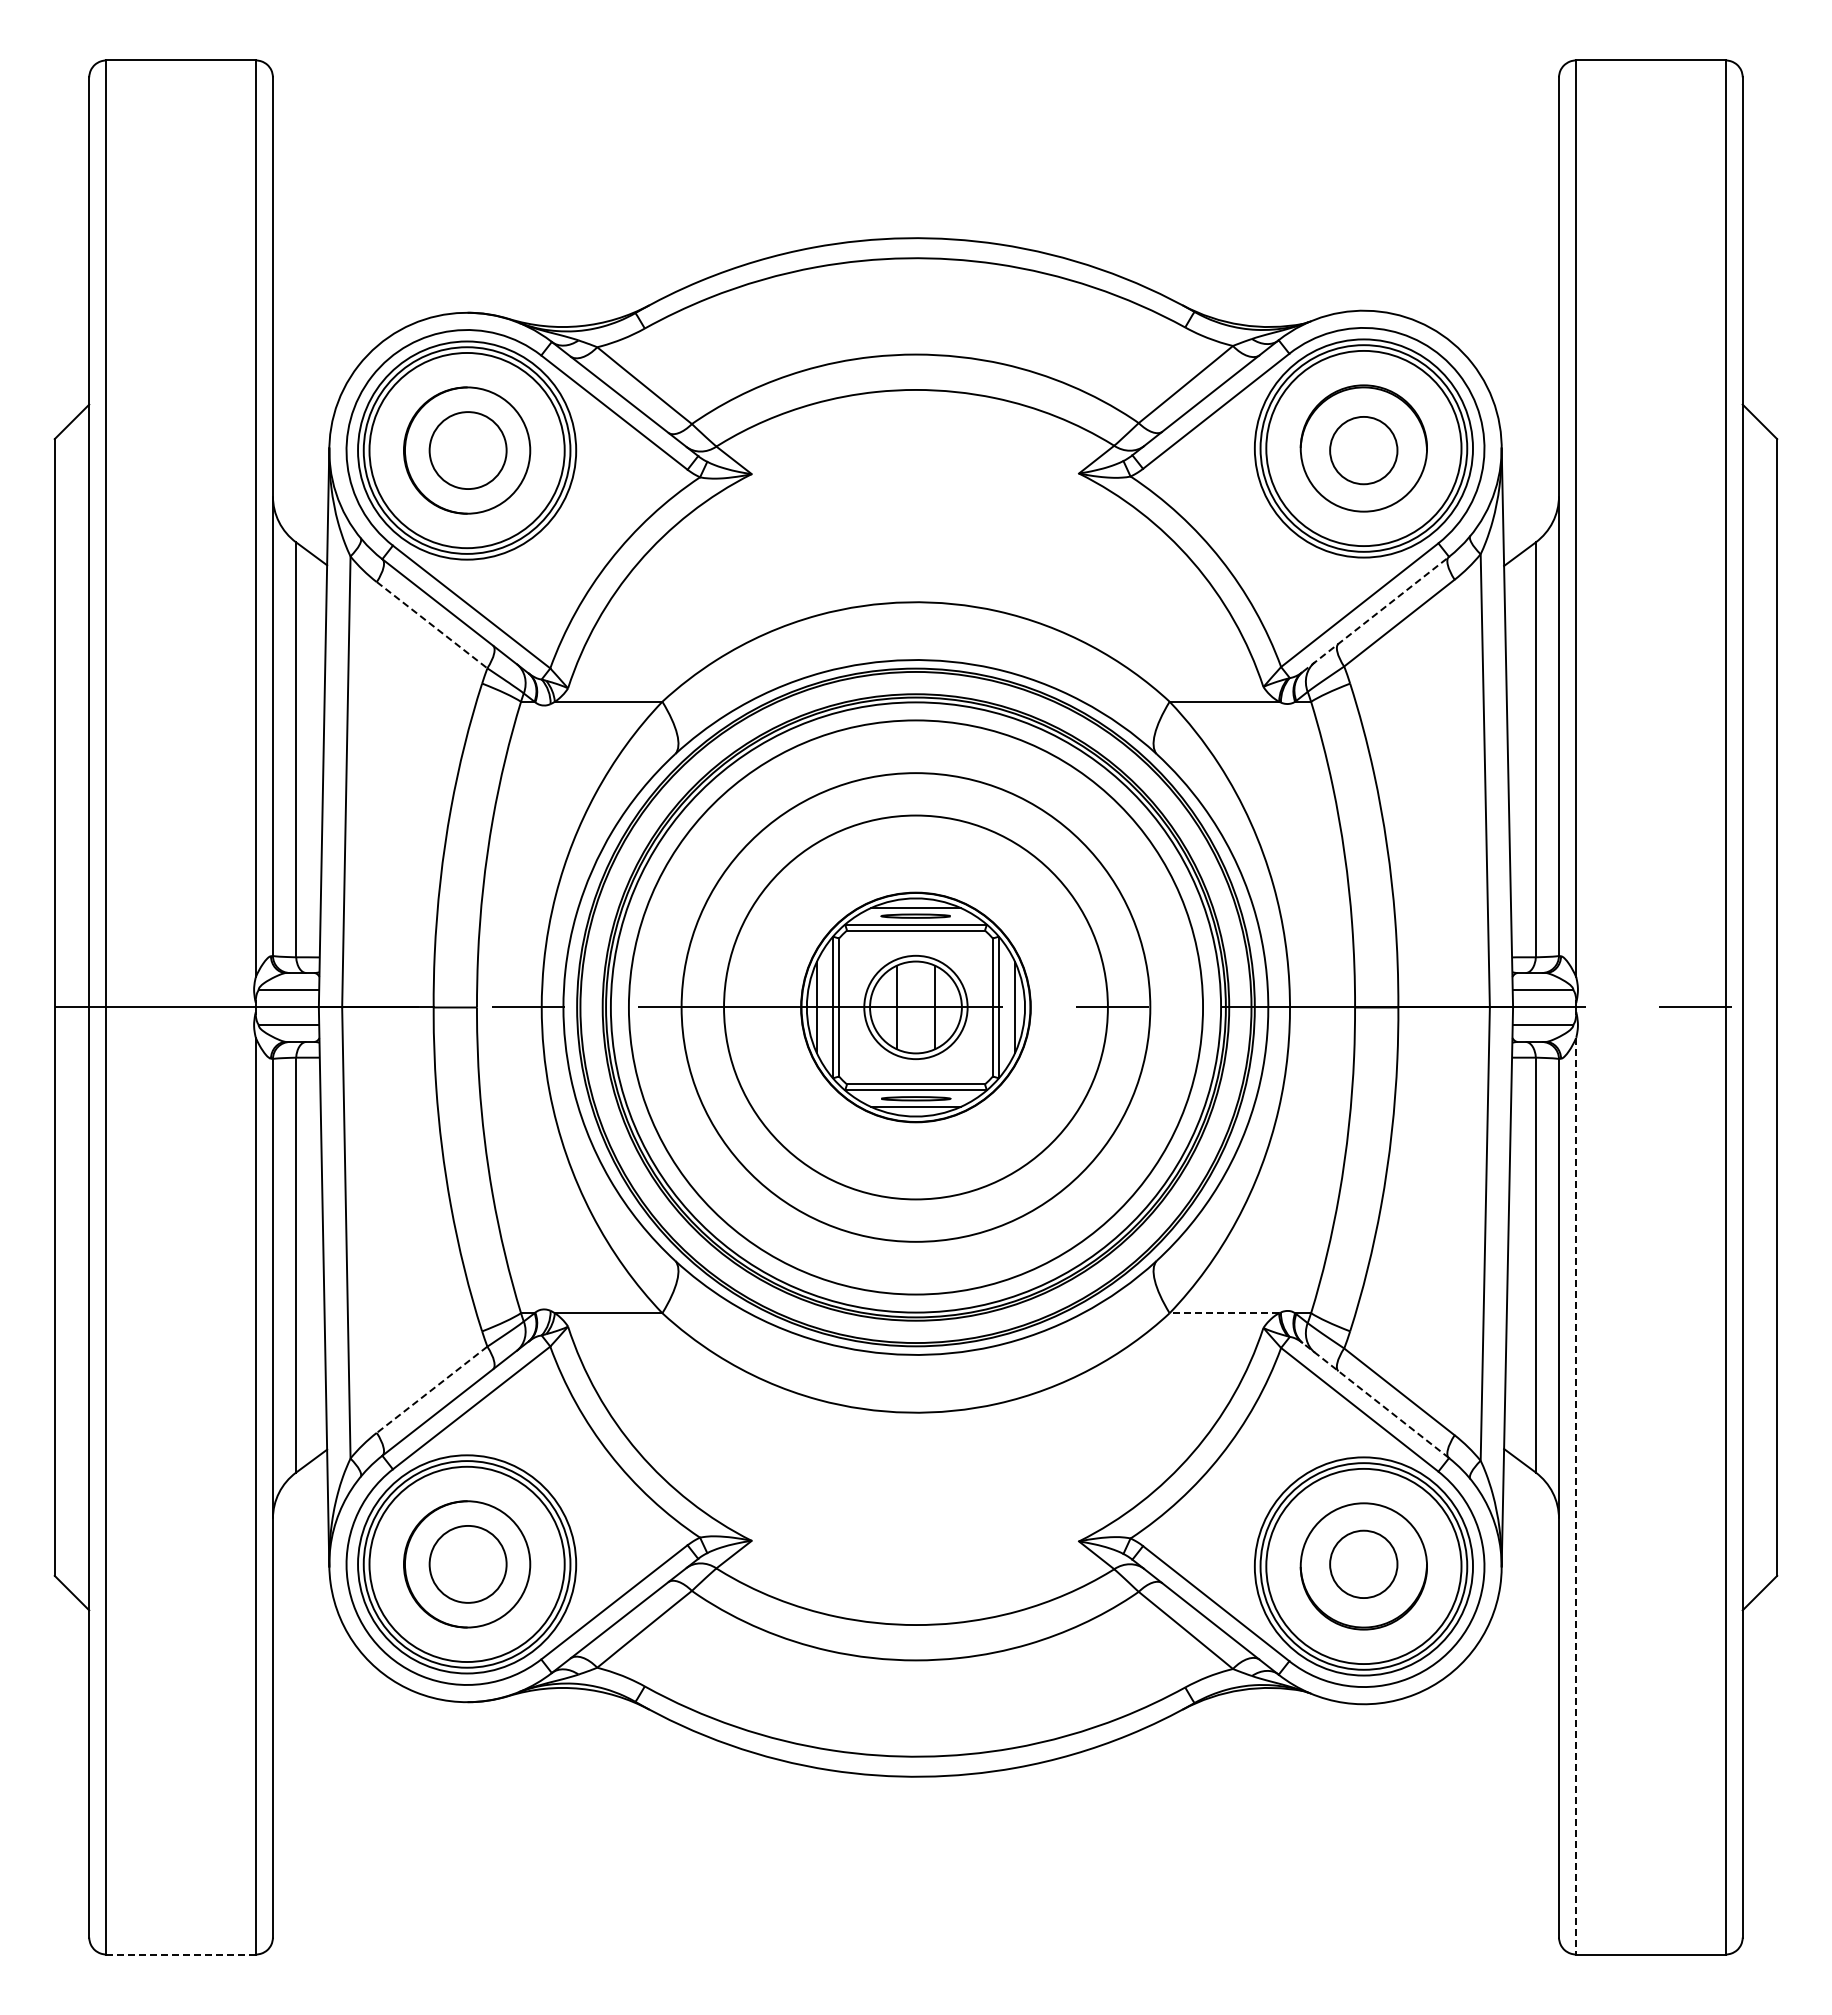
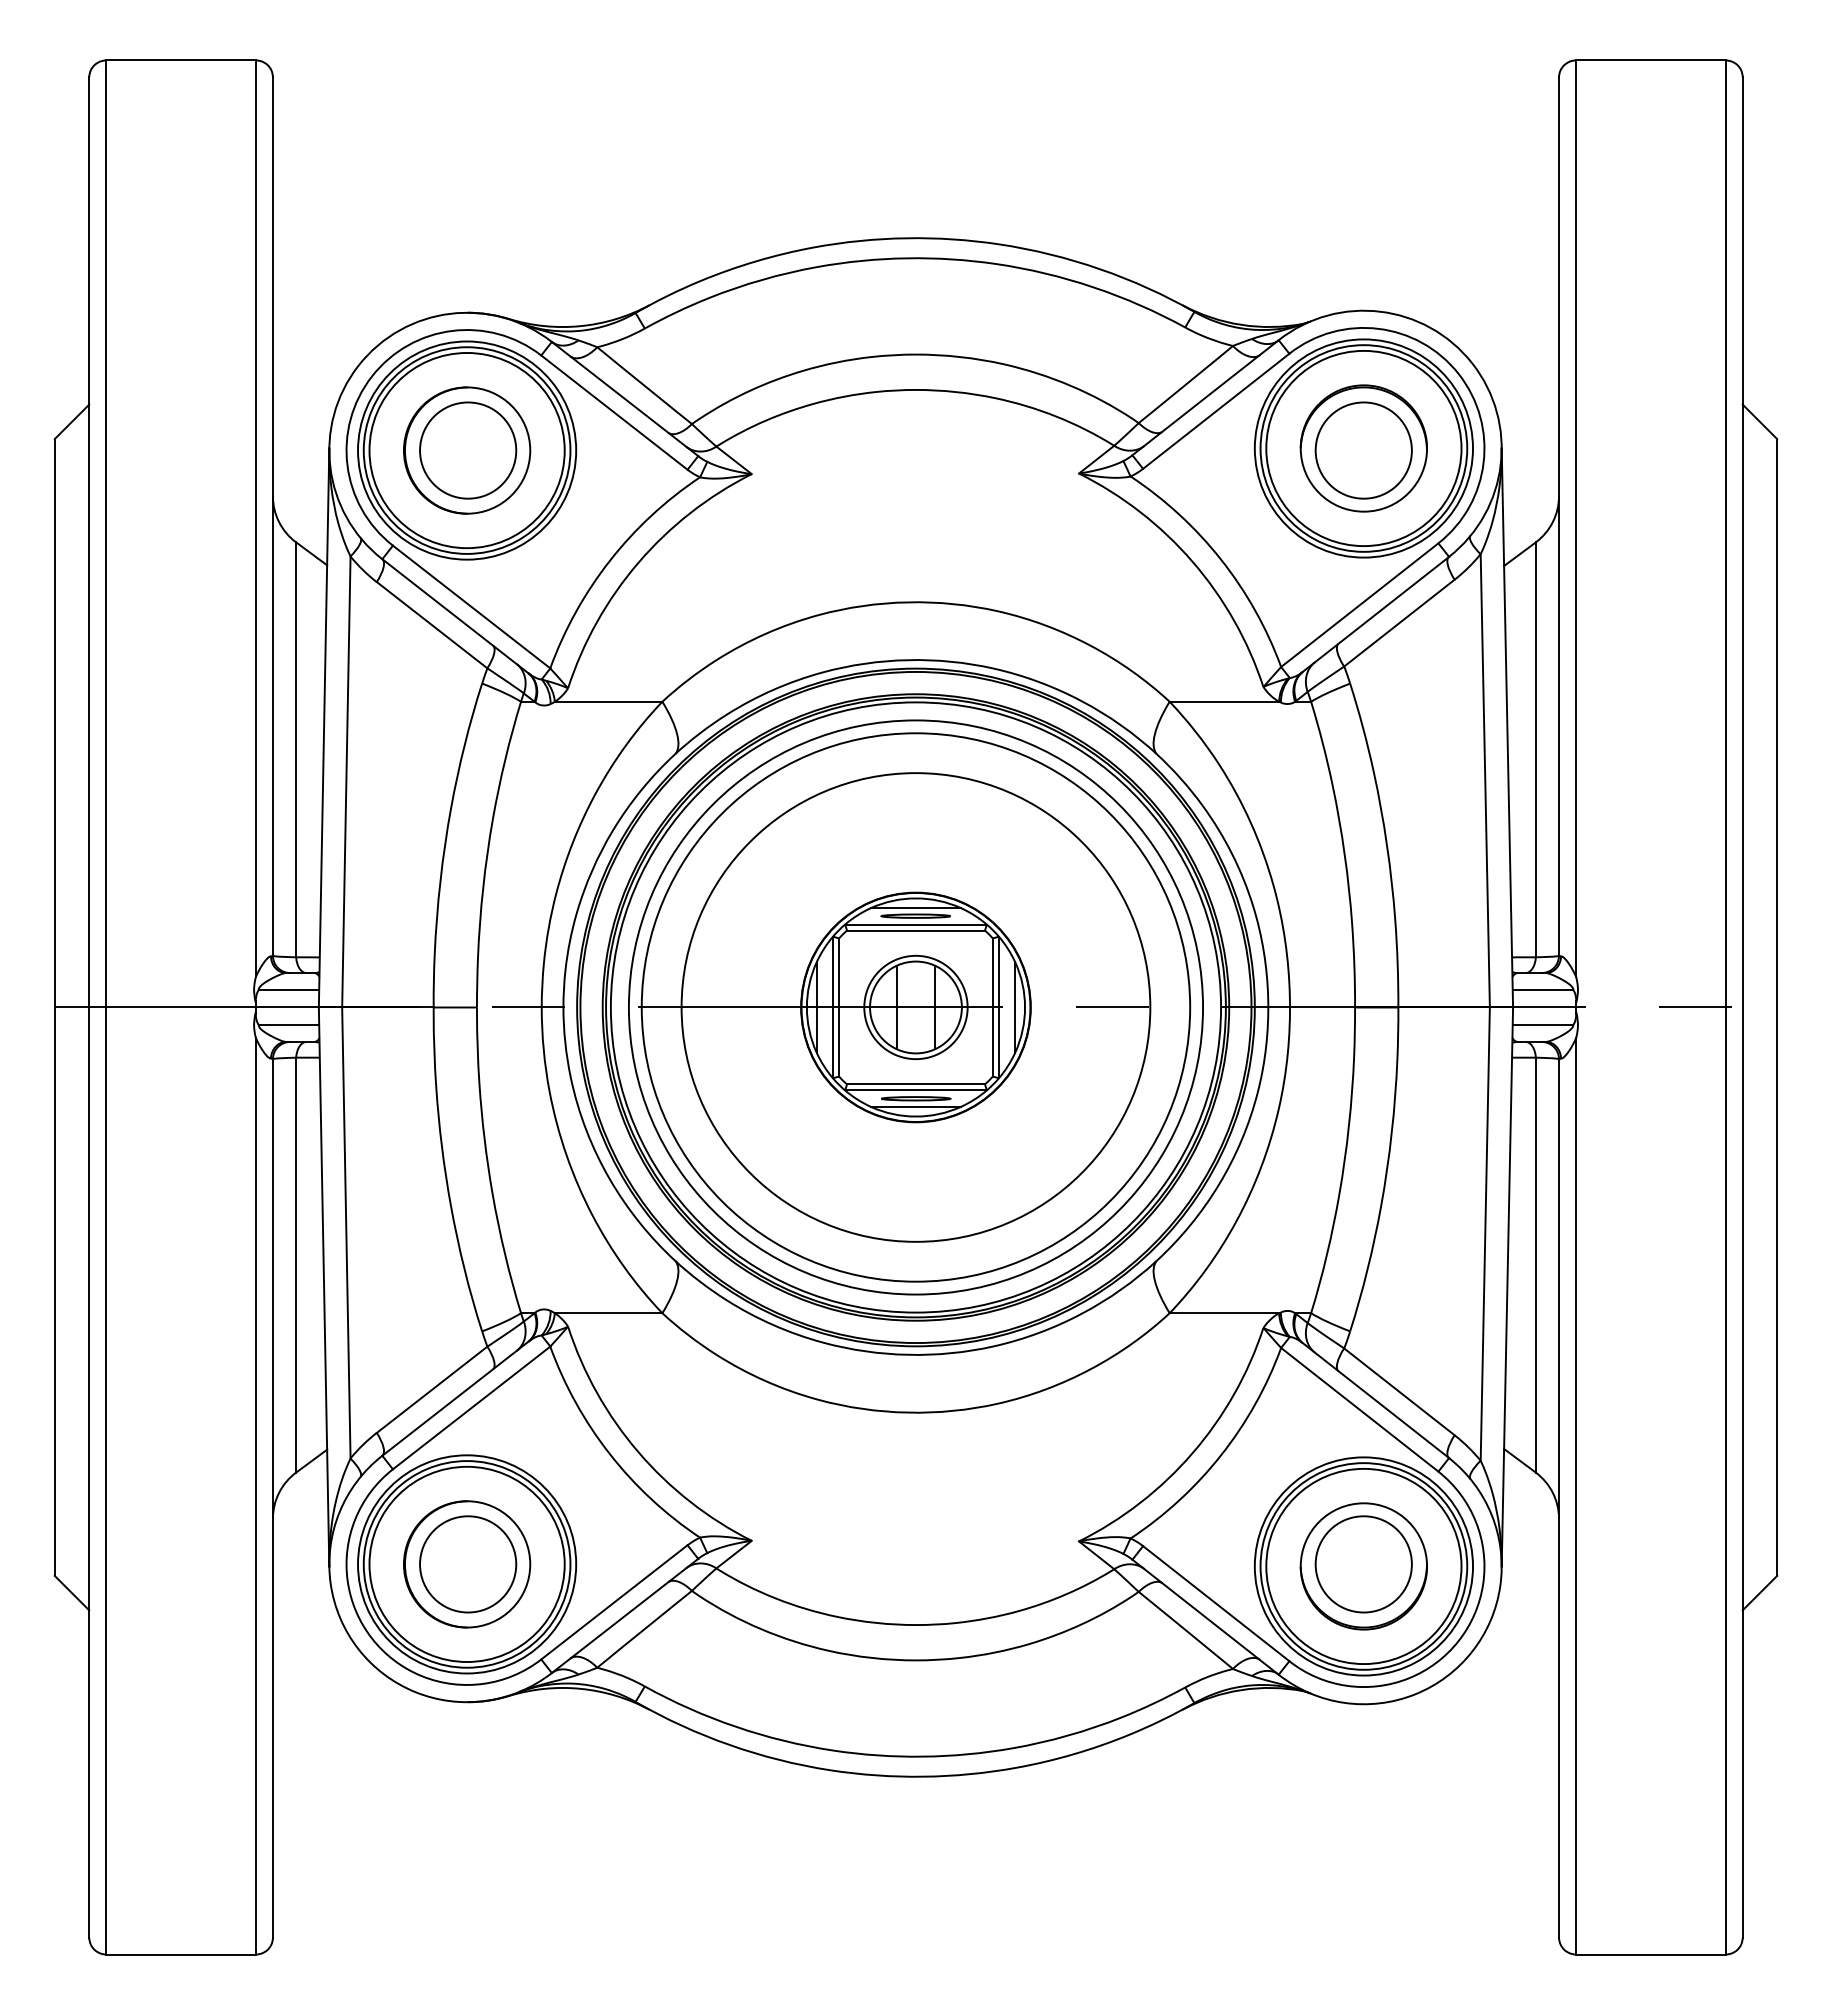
circle at (467, 450) diameter: 77 px -> 96 px
circle at (1363, 450) diameter: 67 px -> 96 px
line at (1376, 614): dashed -> solid
line at (432, 625): dashed -> solid
circle at (915, 1007) diameter: 384 px -> 548 px
line at (1224, 1313): dashed -> solid
line at (431, 1390): dashed -> solid
line at (1375, 1400): dashed -> solid
line at (1576, 1496): dashed -> solid
circle at (467, 1563) diameter: 77 px -> 96 px
circle at (1363, 1564) diameter: 67 px -> 96 px
line at (181, 1954): dashed -> solid
